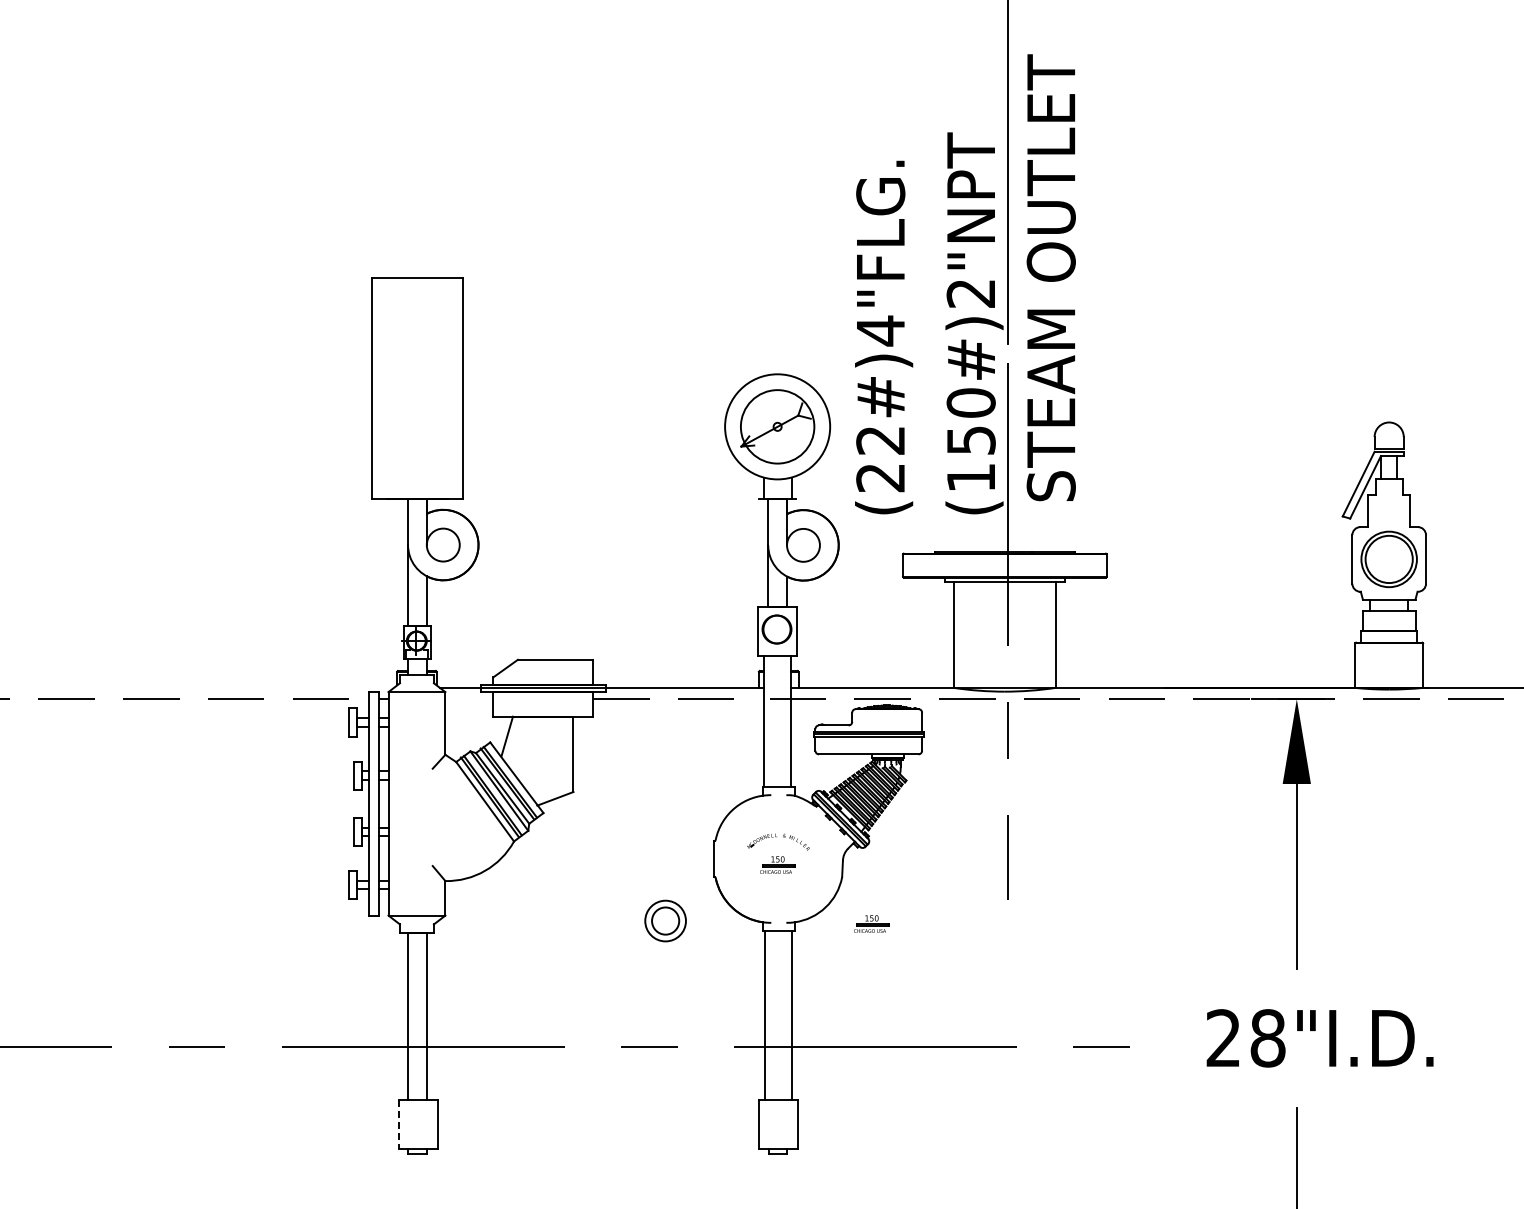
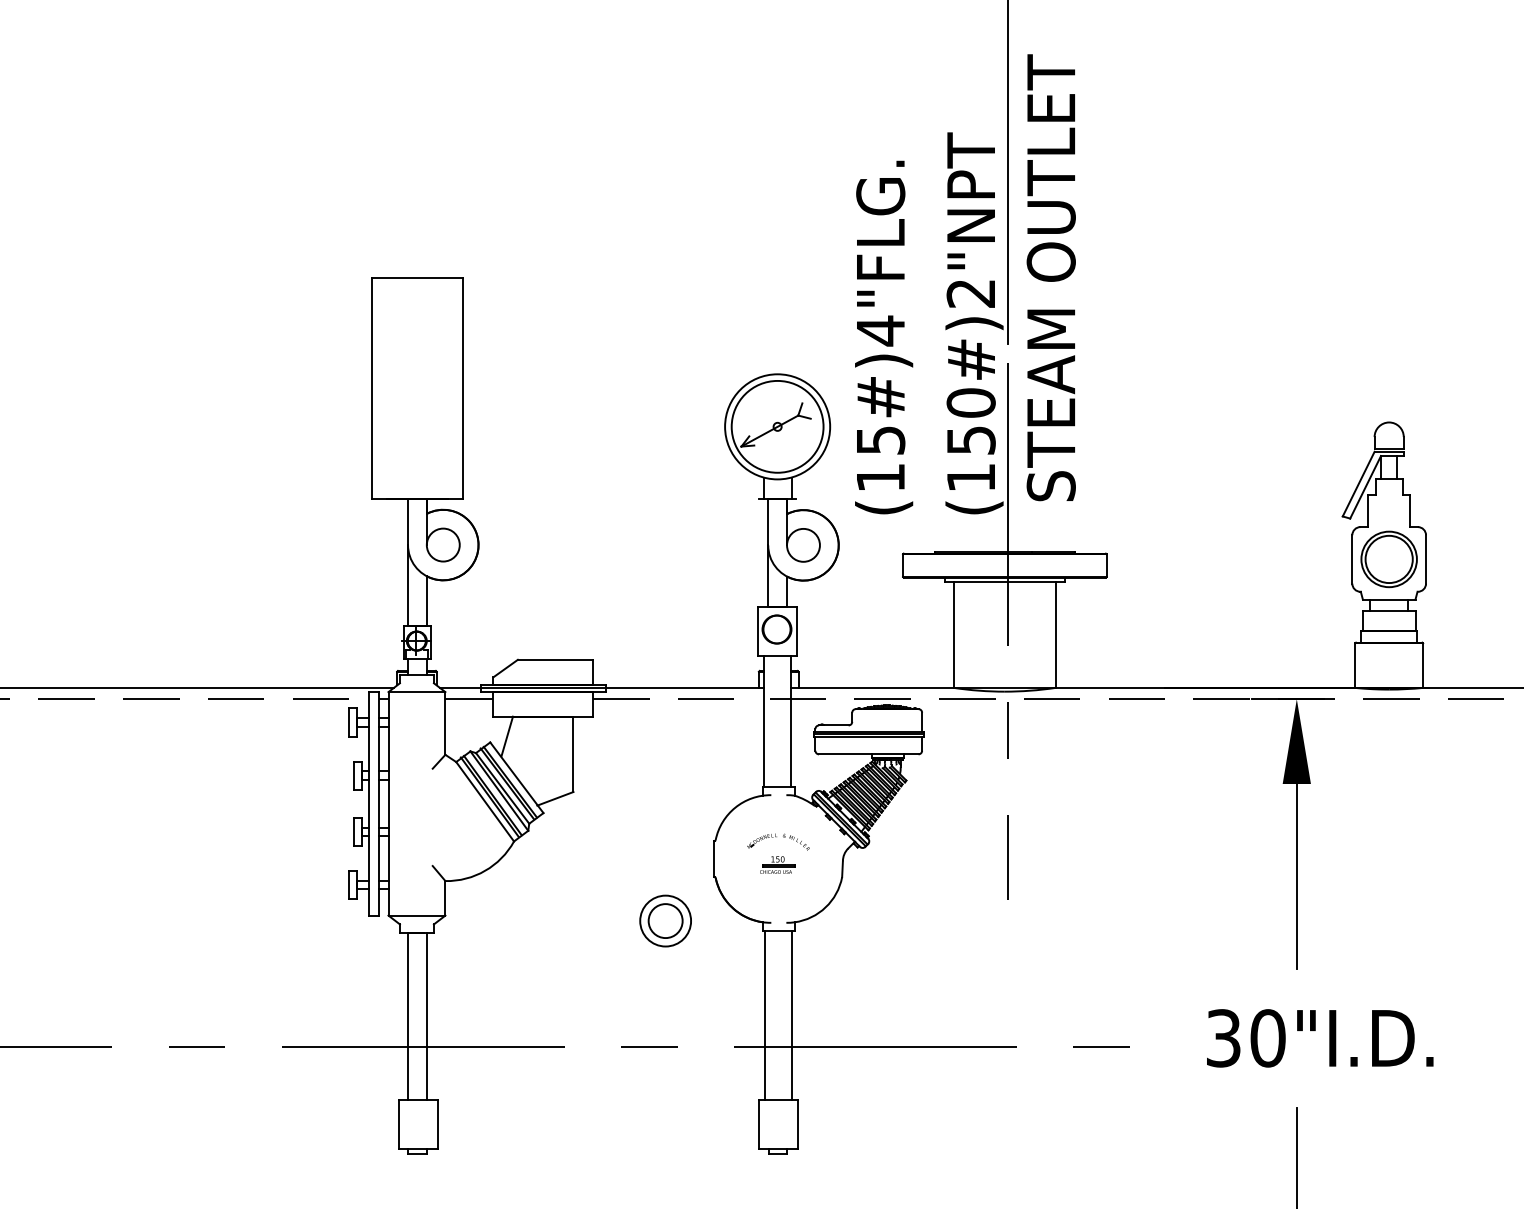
circle at (777, 426) diameter: 73 px -> 92 px
text at (880, 459): (22#)4"FLG. -> (15#)4"FLG.
line at (197, 687): none -> present
line at (469, 699): none -> present
part at (665, 920) size: 43x44 px -> 53x54 px
part at (871, 923): present -> none
text at (1245, 1038): 28"I.D. -> 30"I.D.
line at (398, 1124): dashed -> solid
